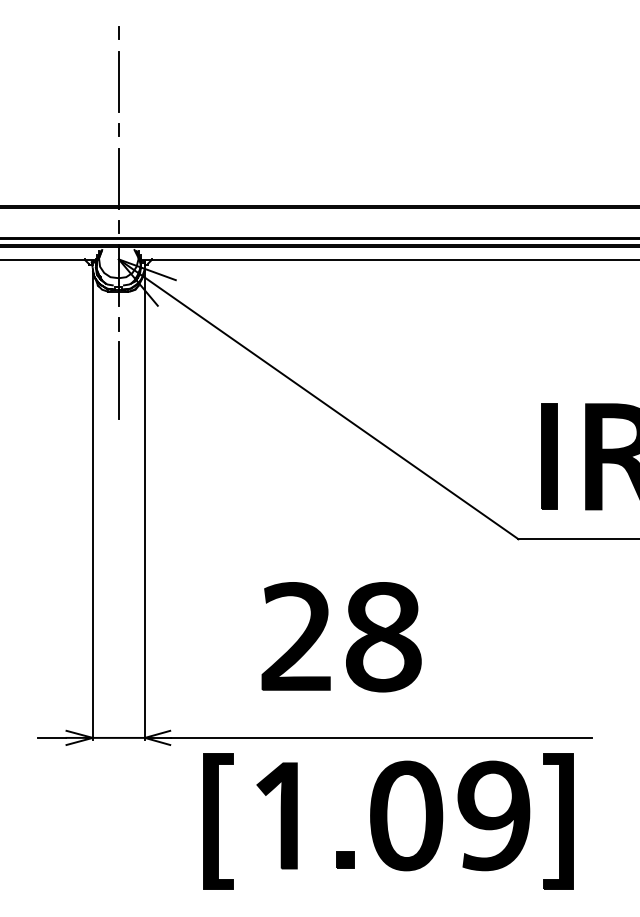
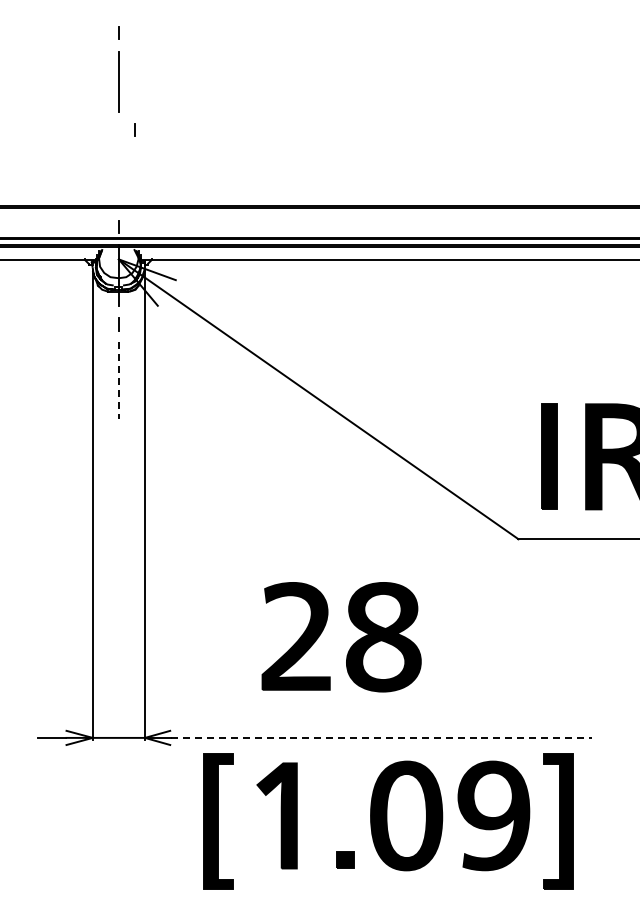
line at (118, 129) position: (118, 129) -> (134, 129)
line at (118, 178): present -> none
line at (118, 380): solid -> dashed
line at (381, 737): solid -> dashed
